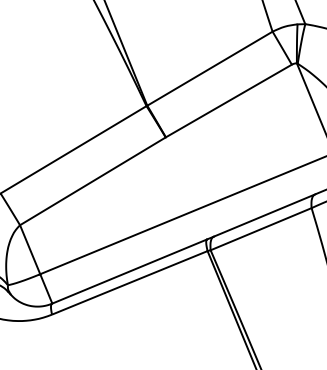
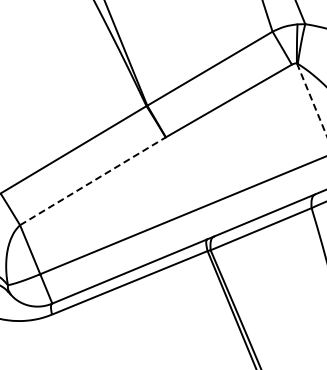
line at (312, 100): solid -> dashed
line at (93, 181): solid -> dashed
